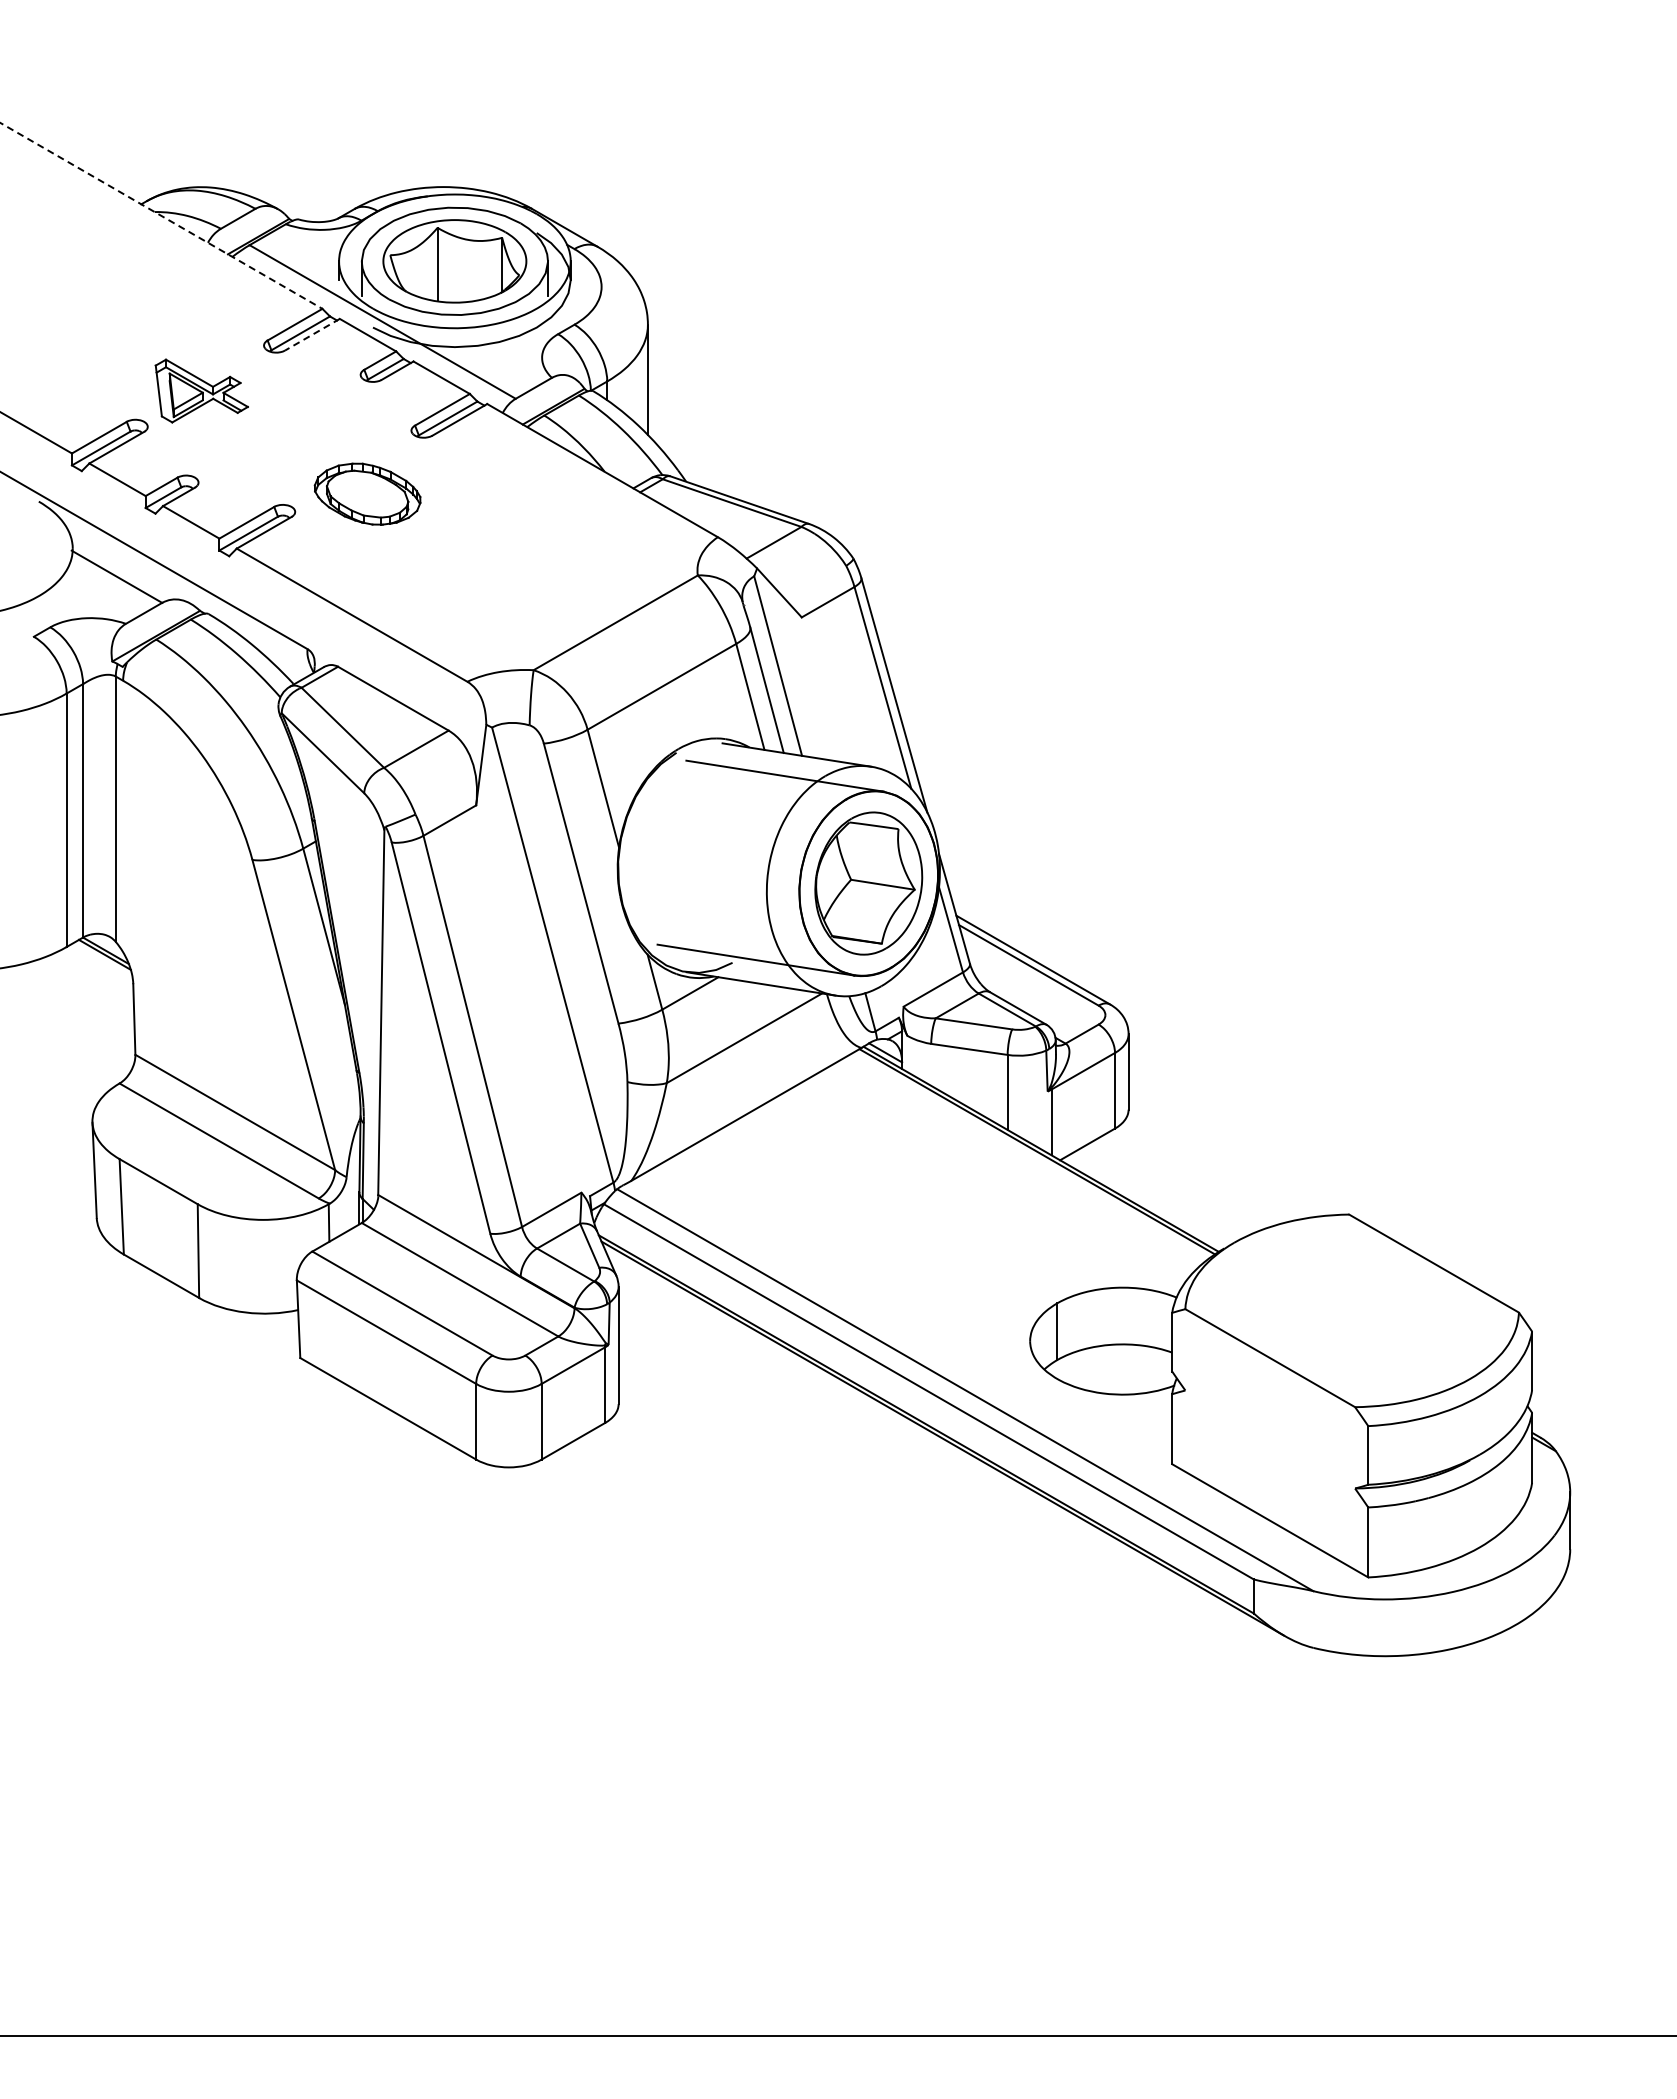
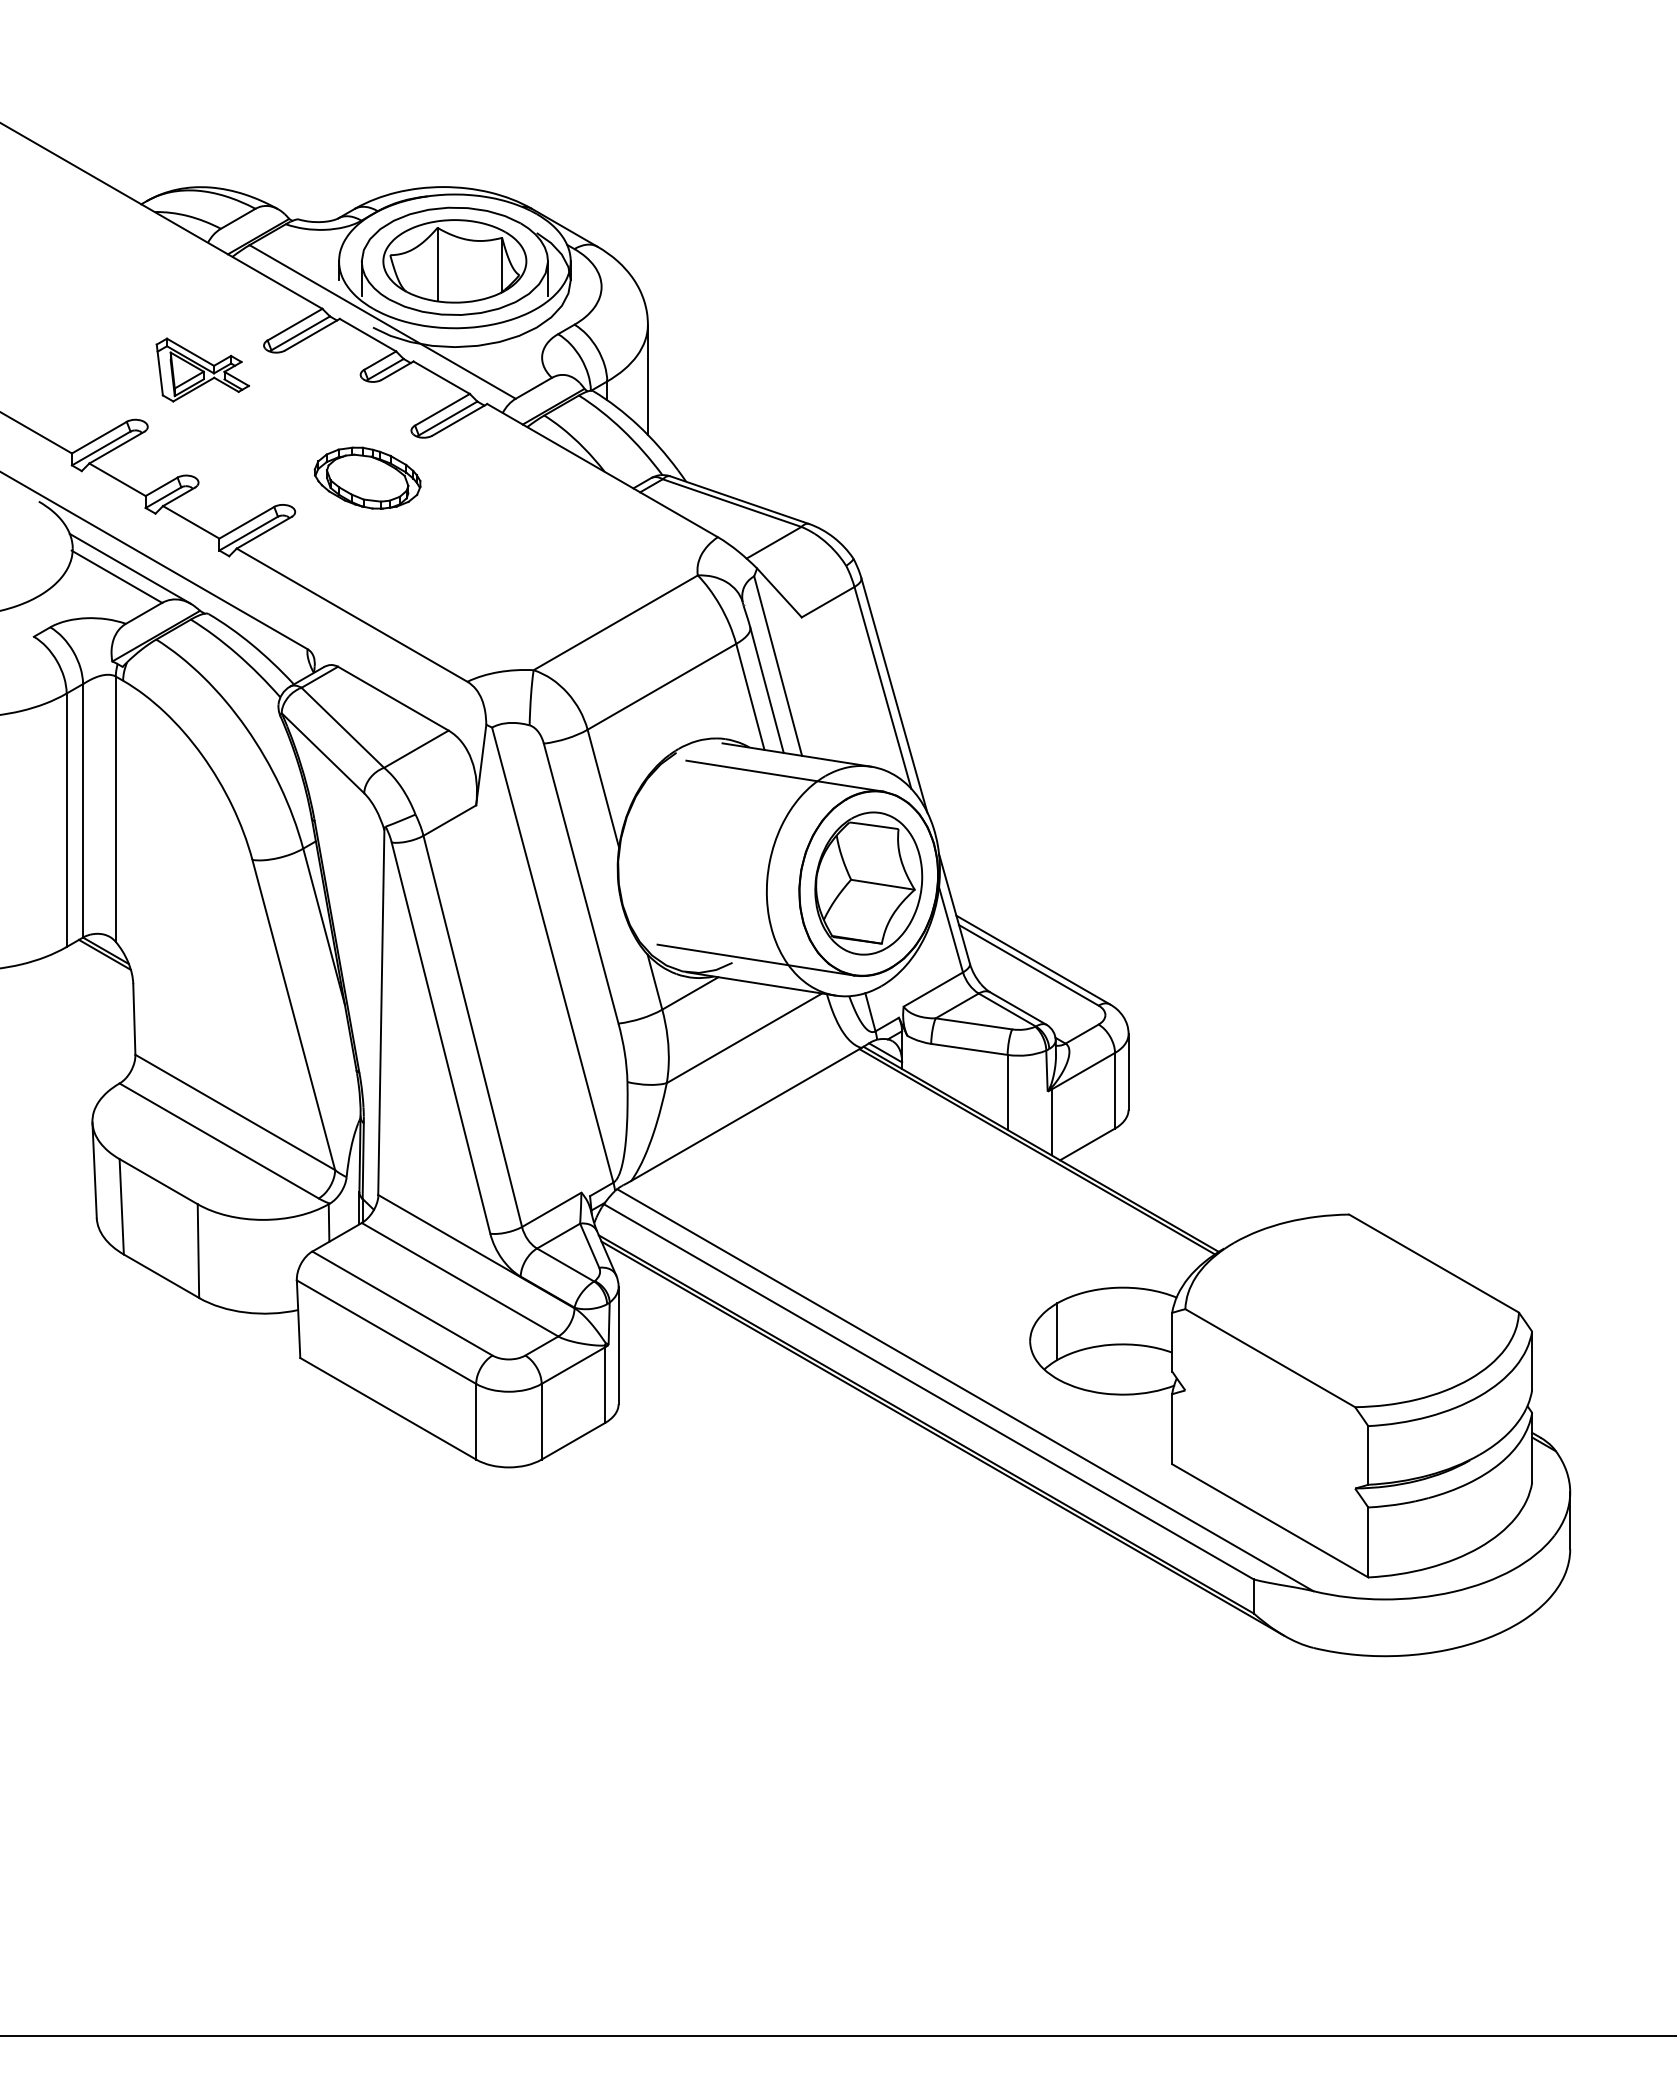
line at (161, 215): dashed -> solid
line at (312, 334): dashed -> solid
part at (201, 390) position: (201, 390) -> (202, 369)
part at (367, 493) position: (367, 493) -> (367, 477)
line at (129, 568): none -> present
